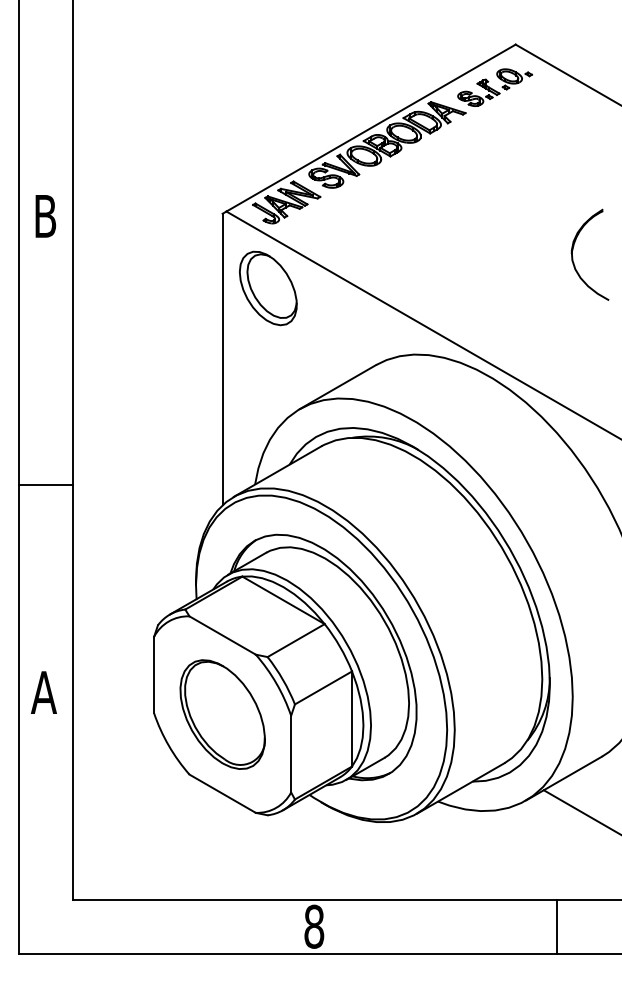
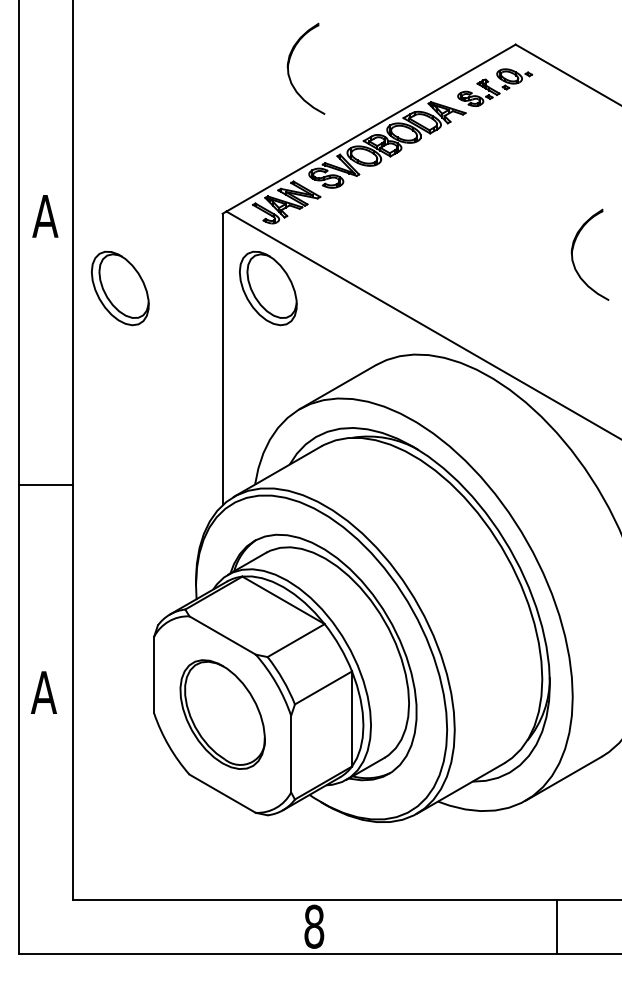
part at (289, 71): none -> present
text at (45, 216): B -> A
part at (120, 288): none -> present
line at (580, 811): present -> none
